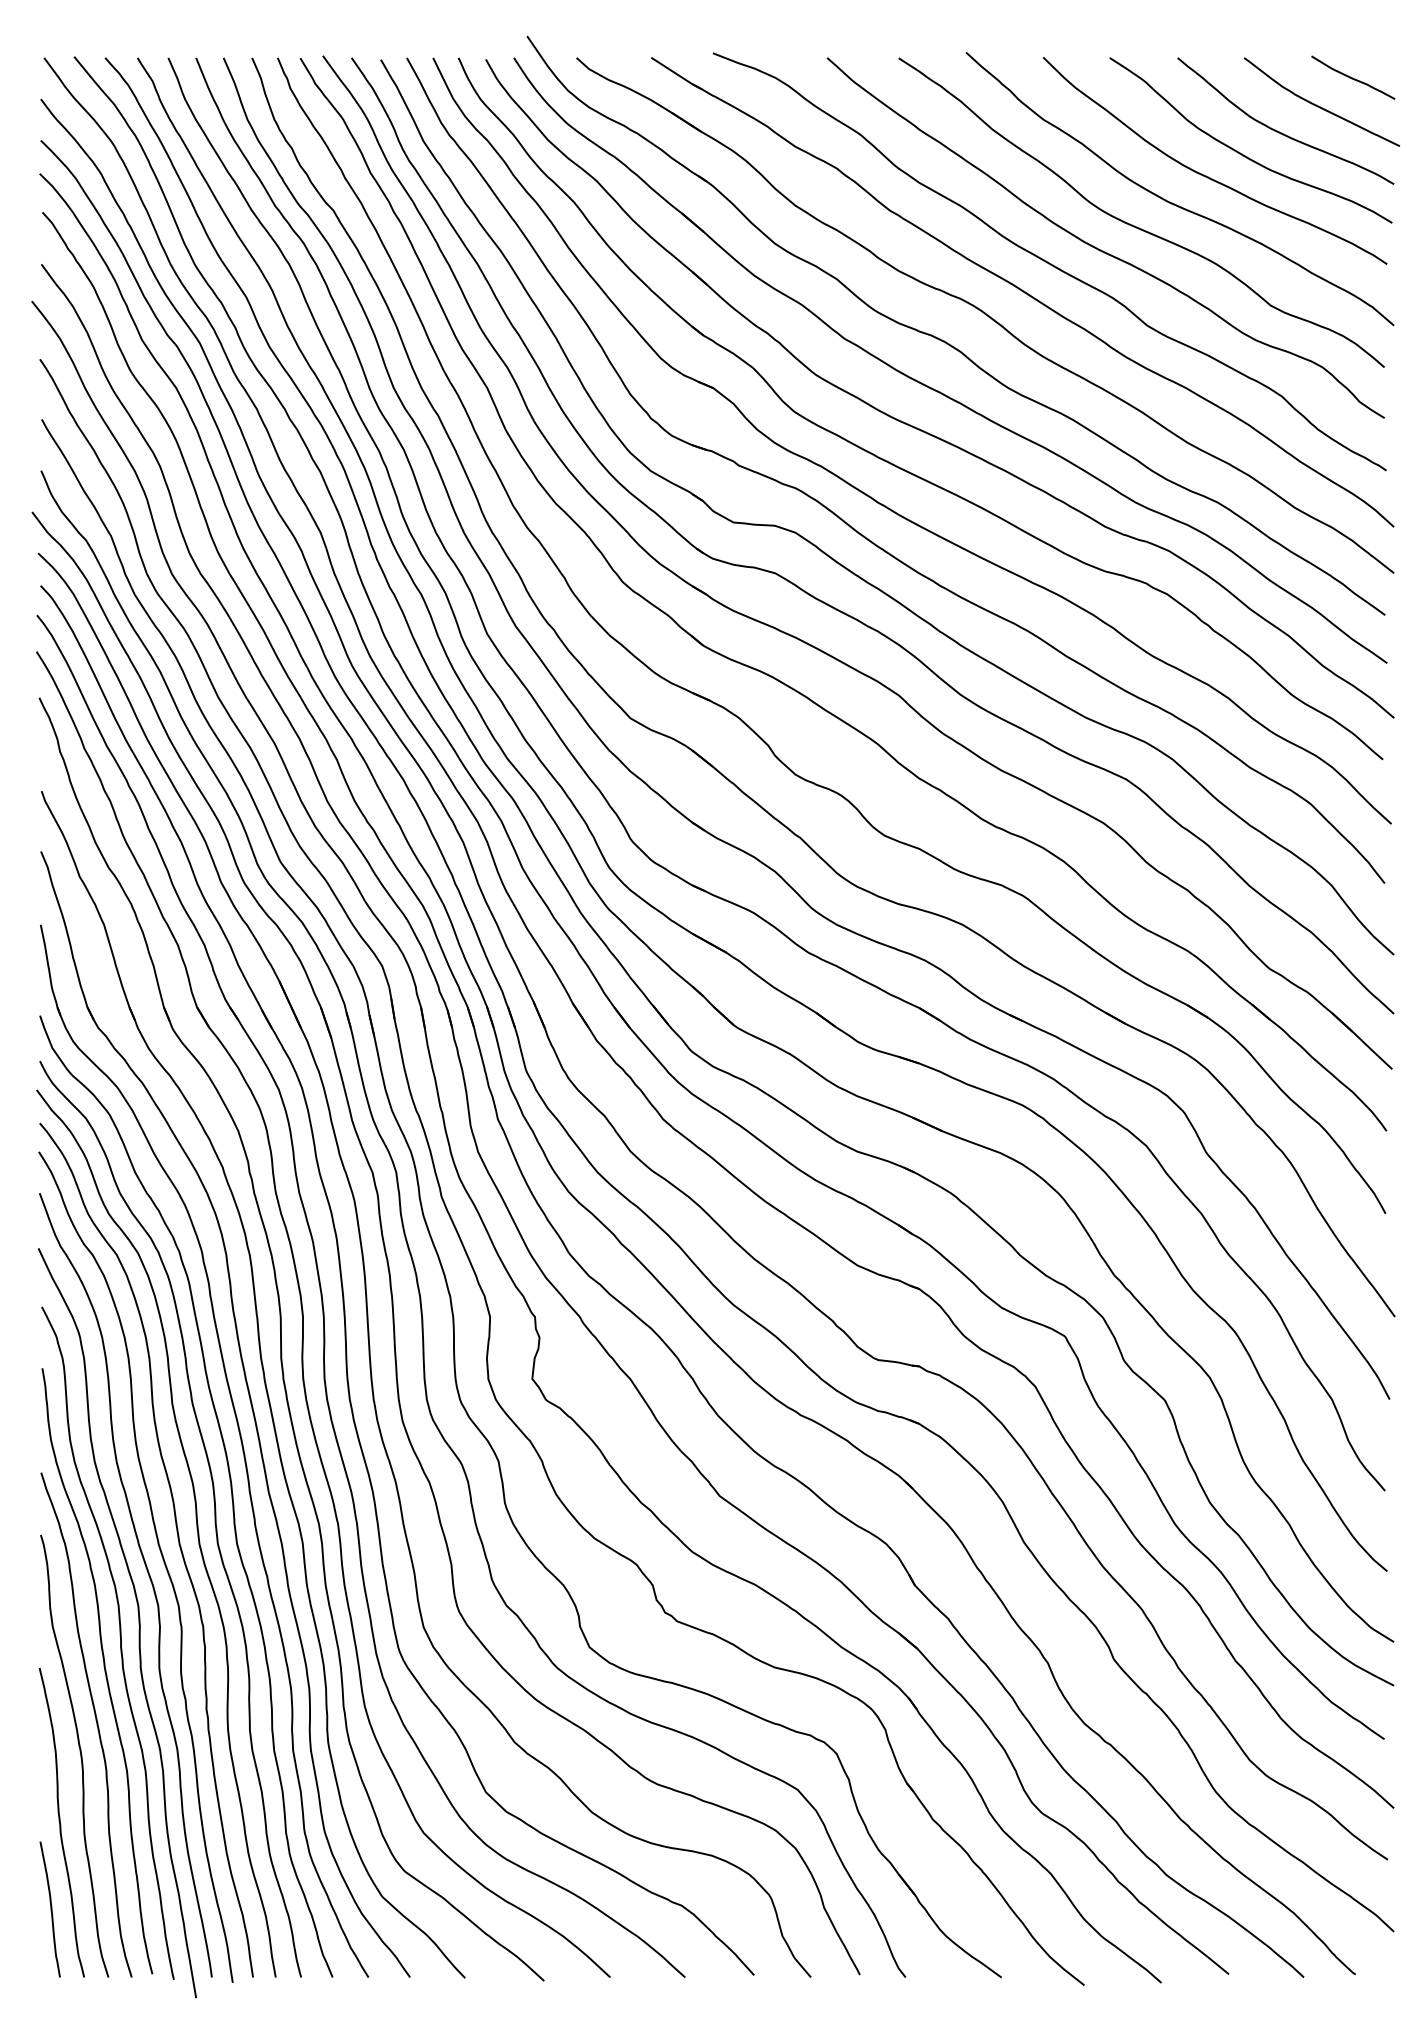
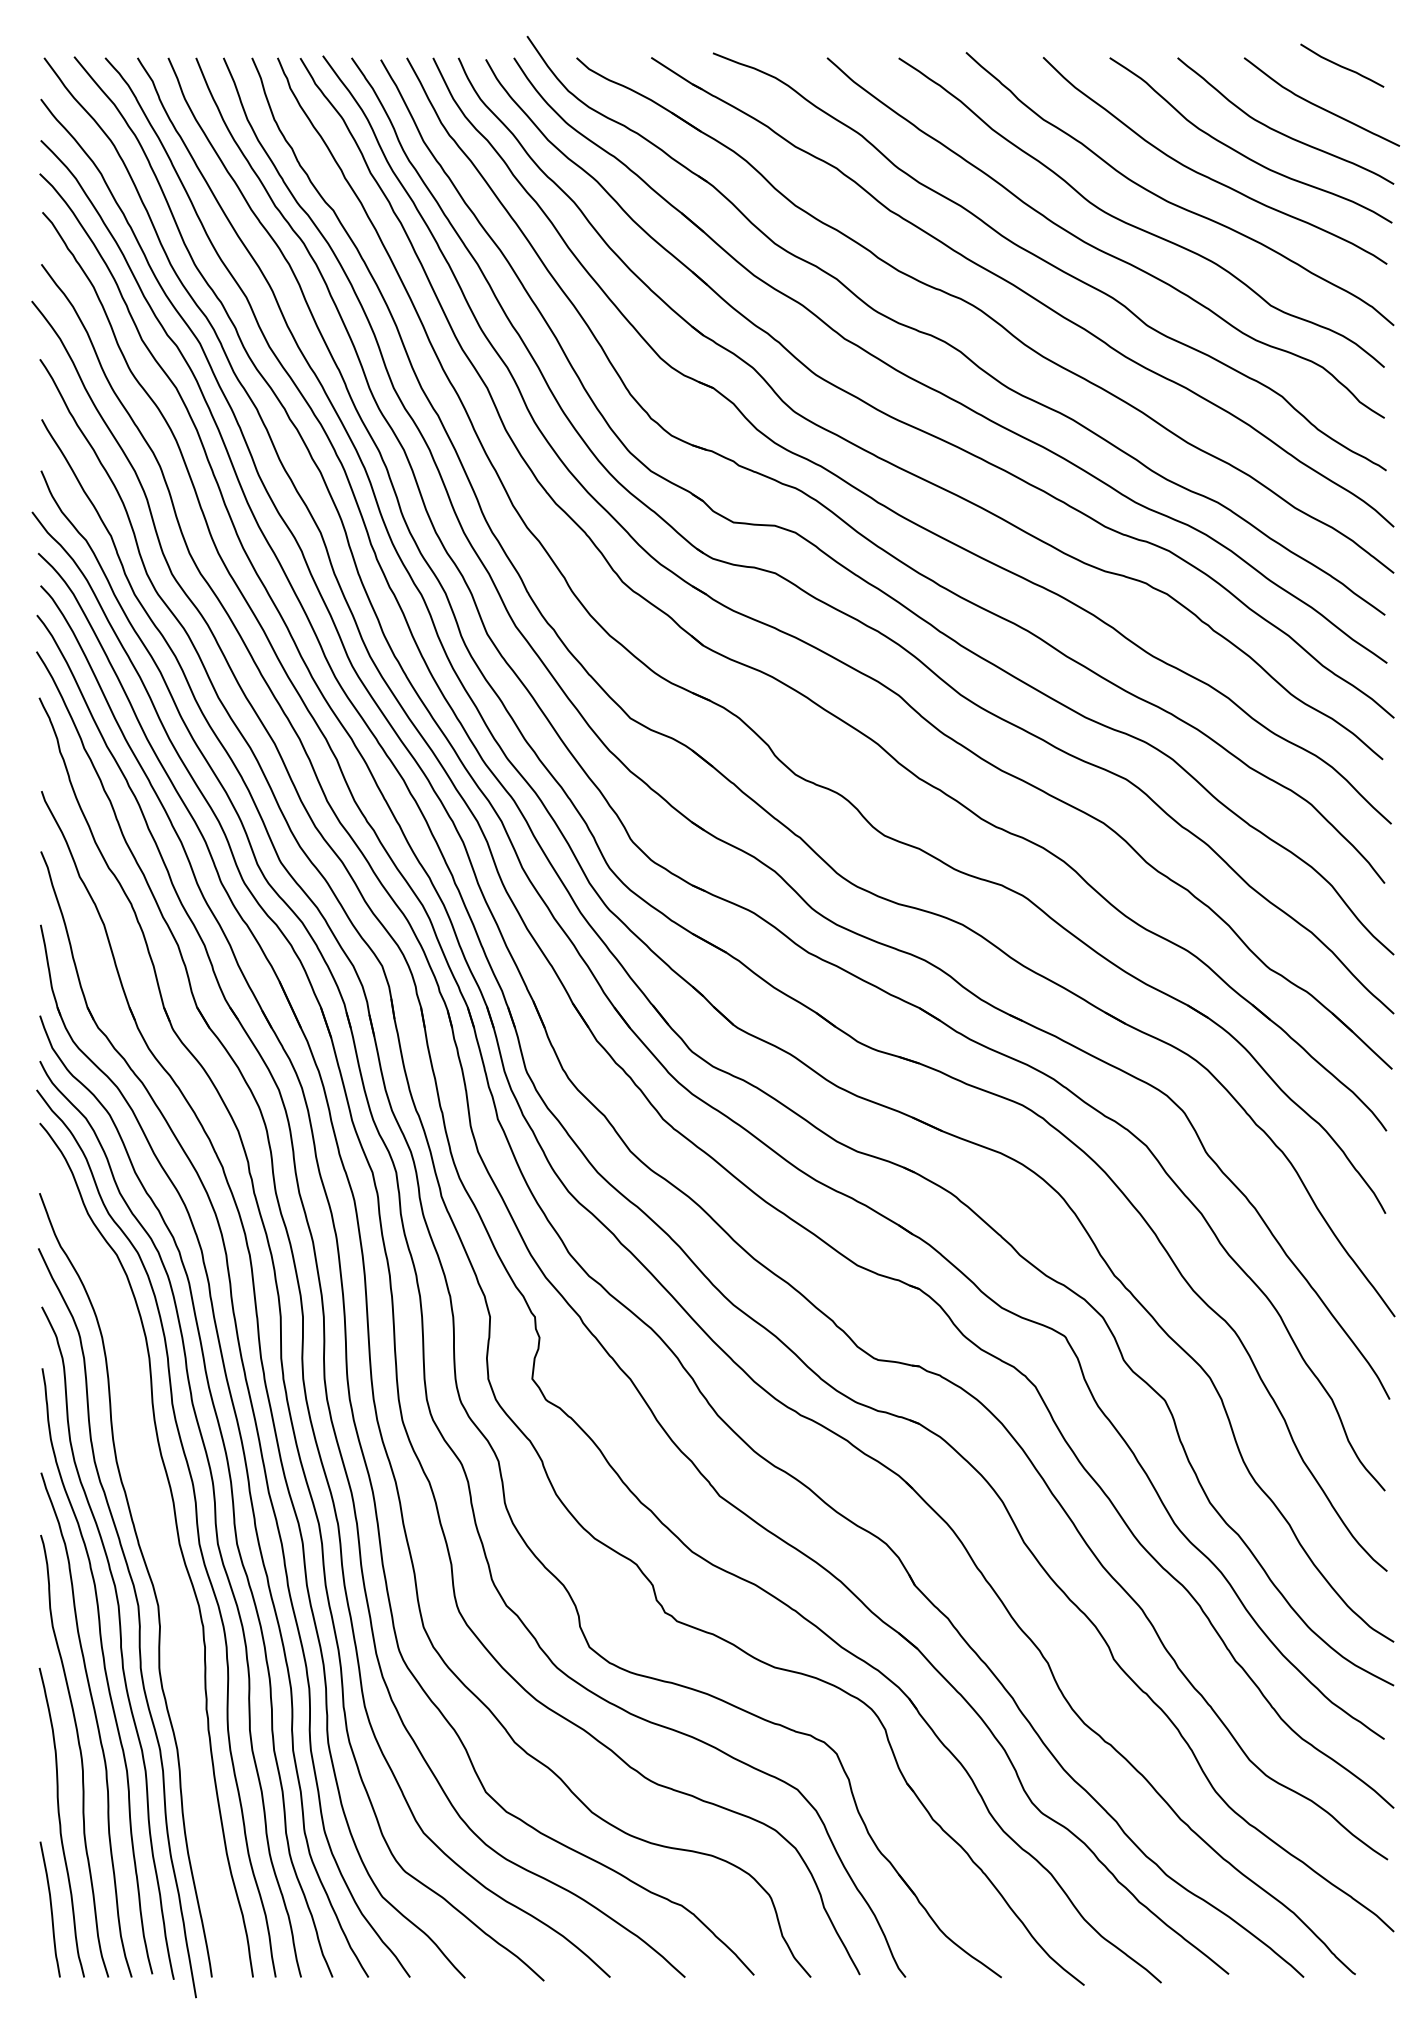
curve at (1352, 77) position: (1352, 77) -> (1341, 65)
curve at (161, 1556): present -> none
